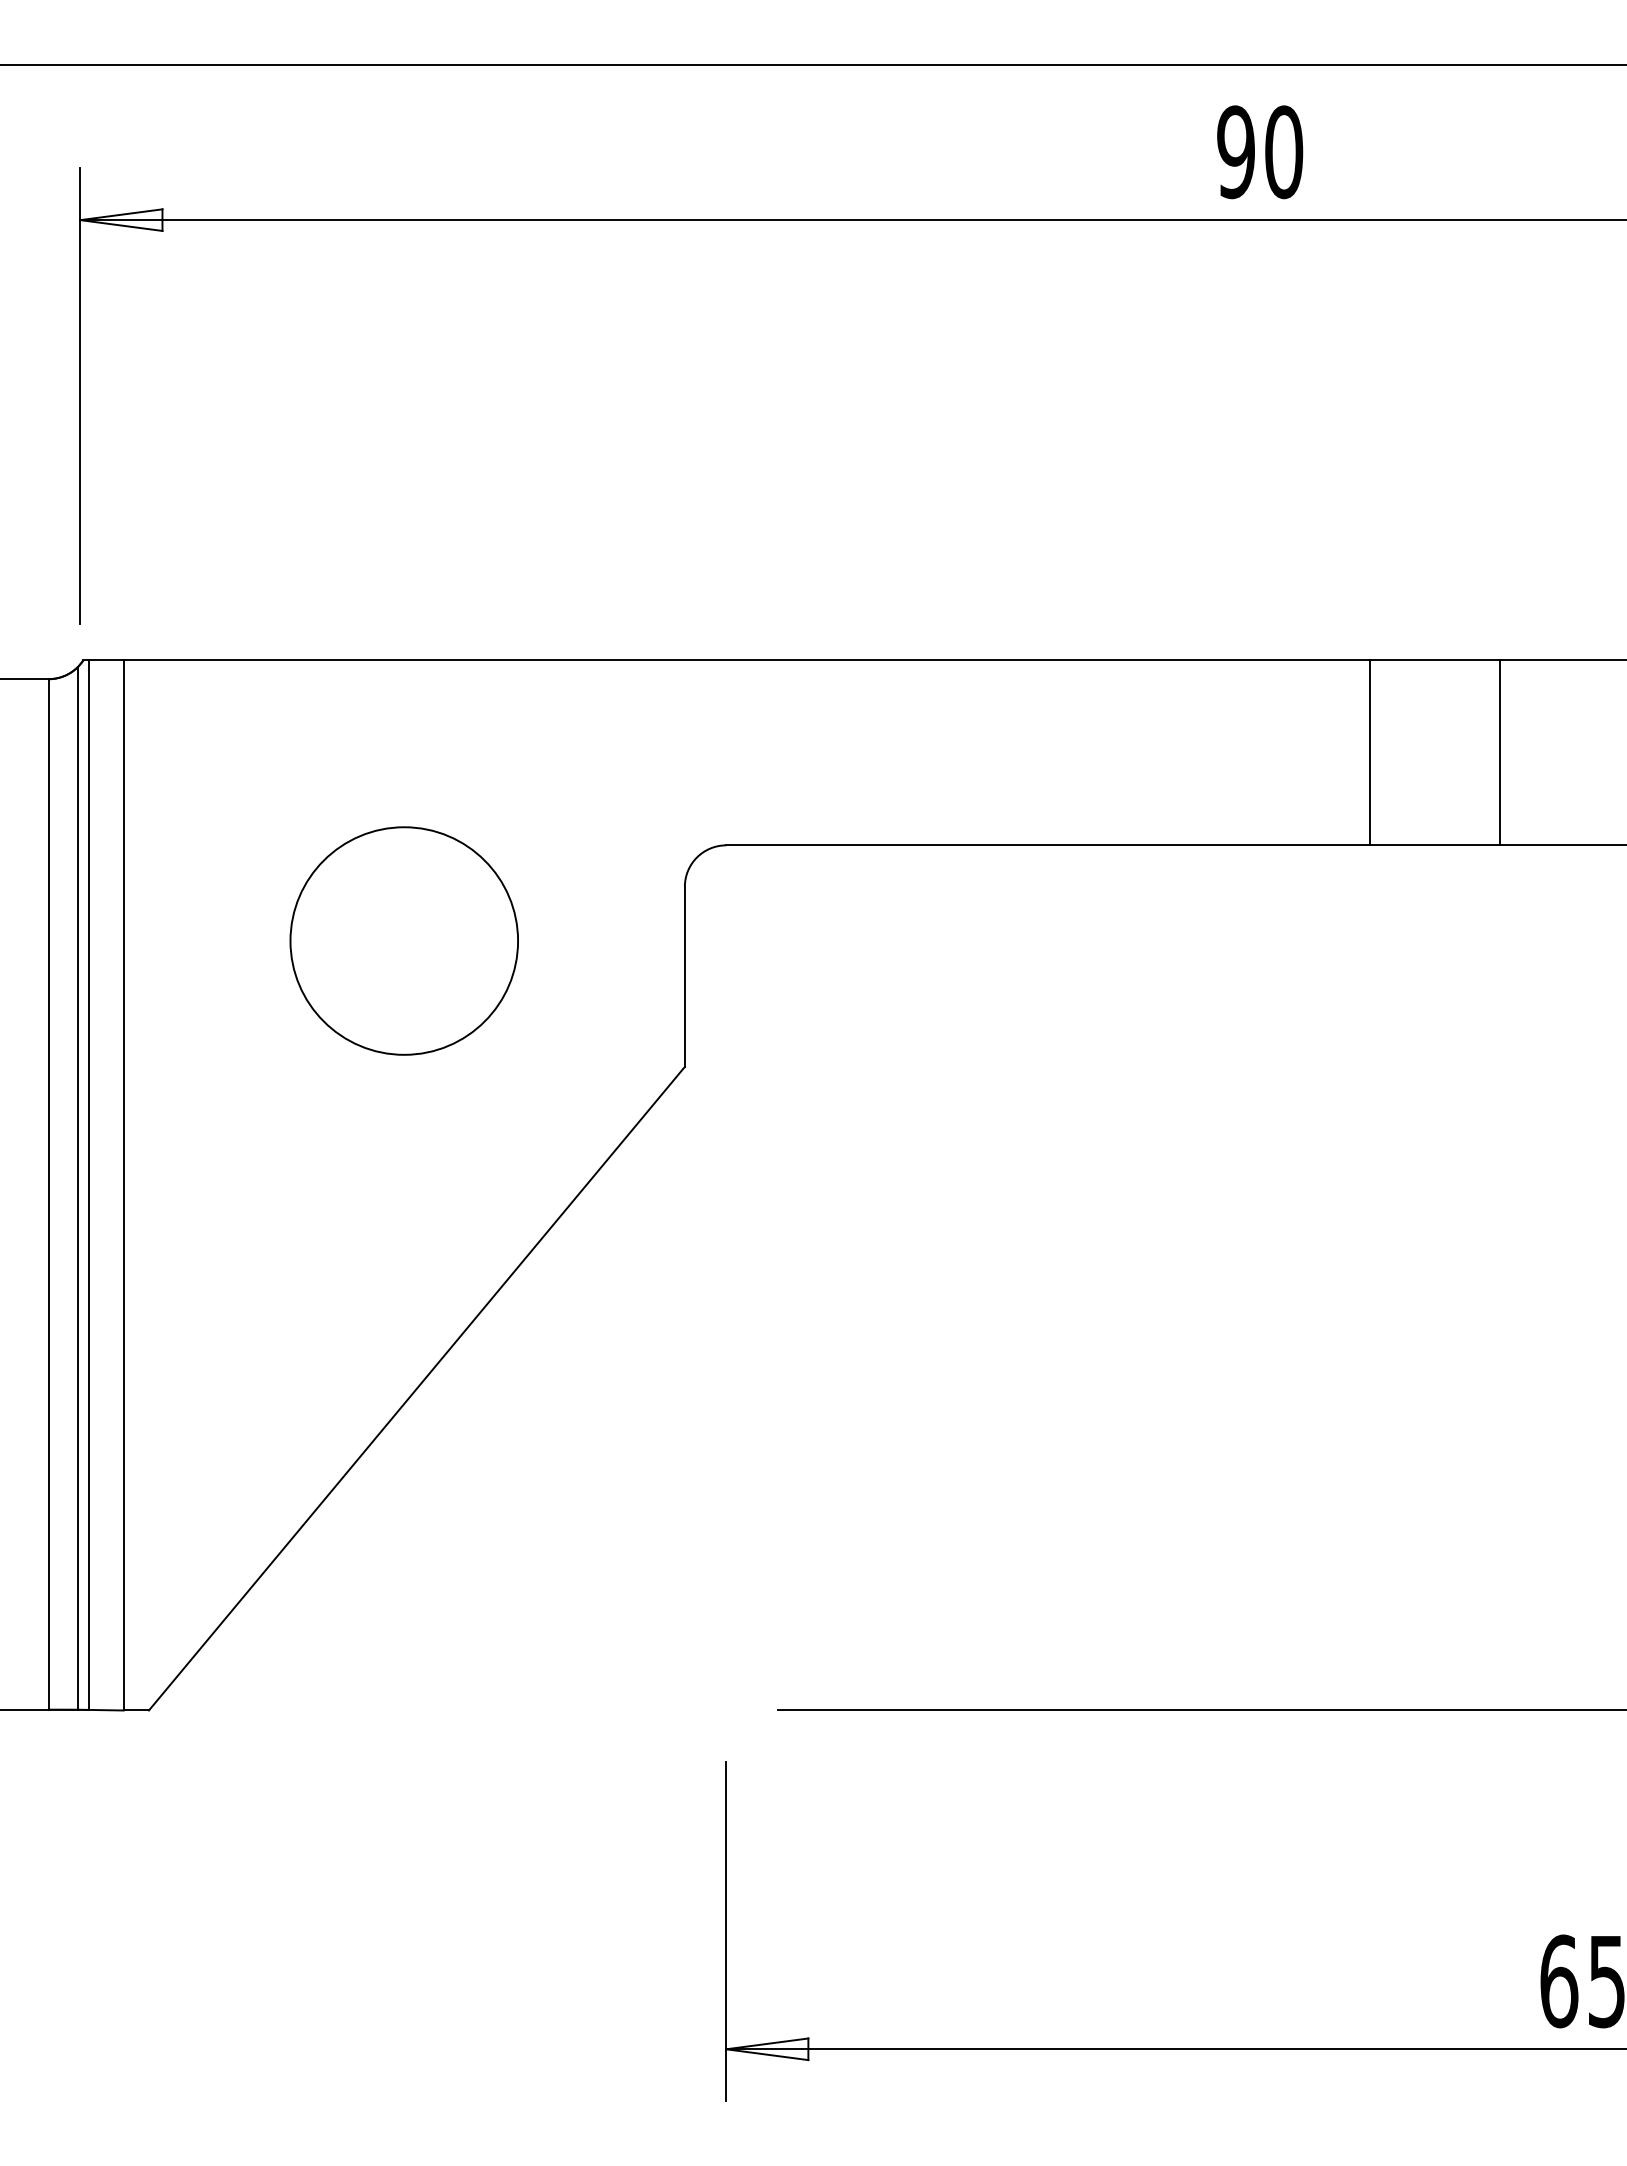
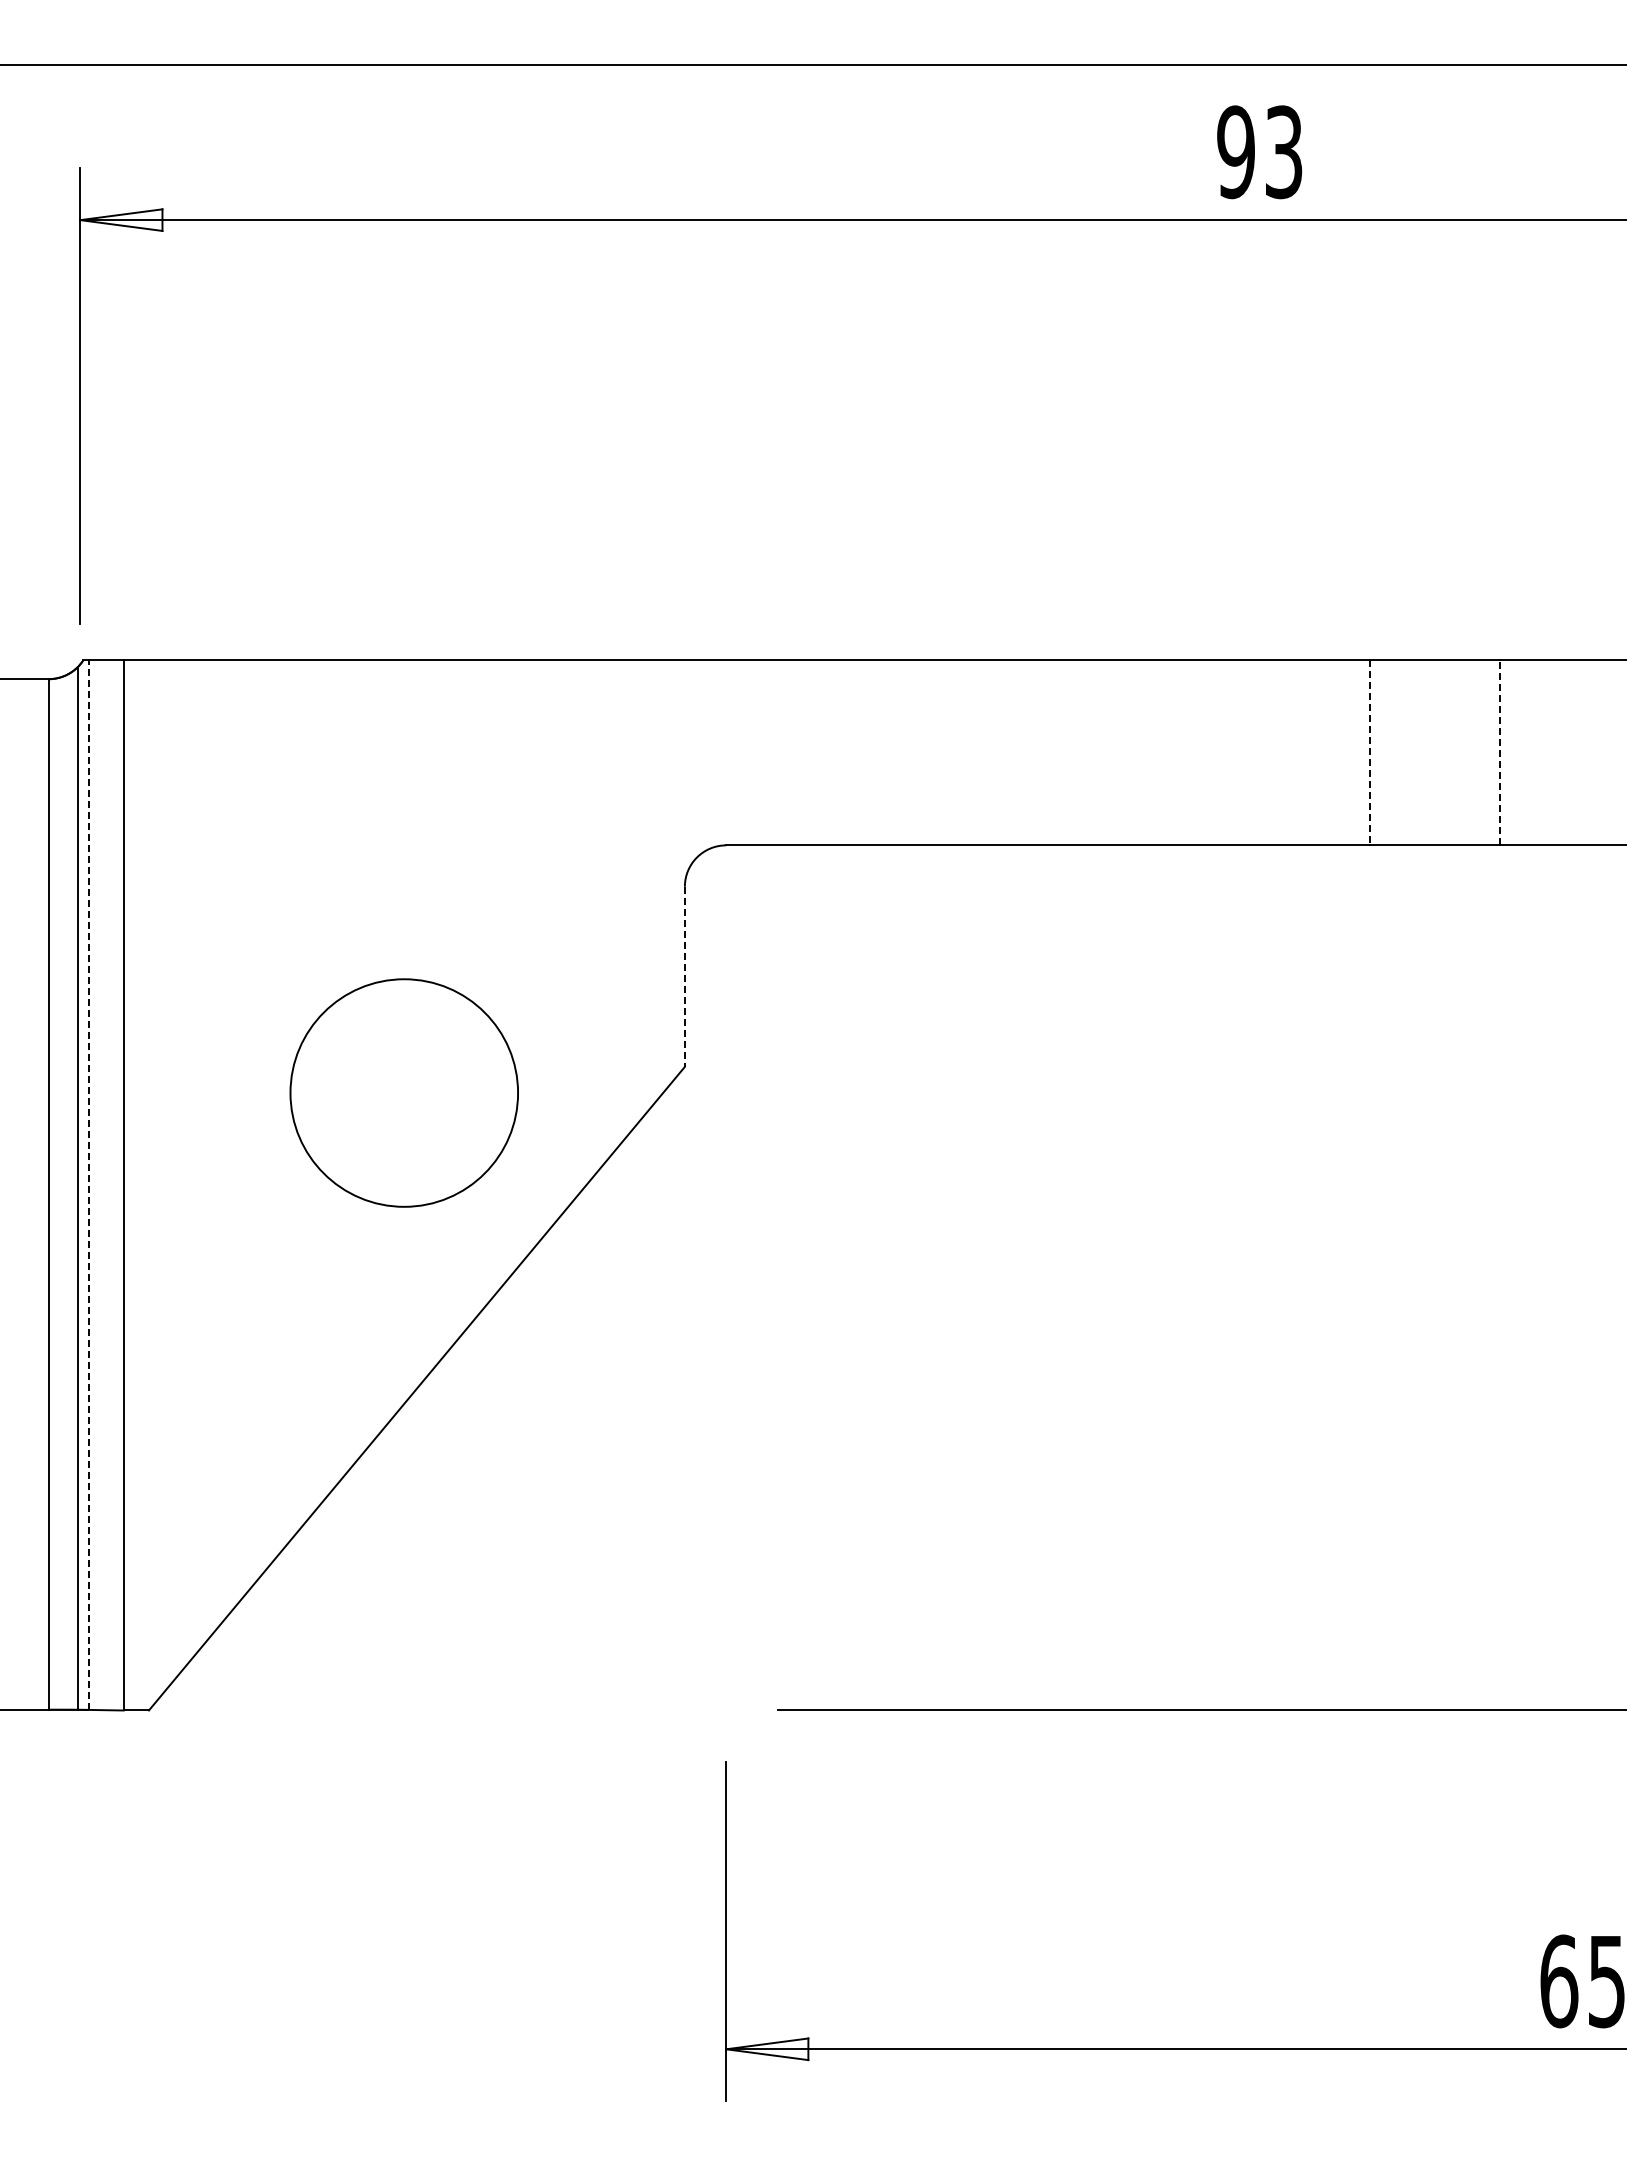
text at (1284, 152): 90 -> 93
line at (1499, 752): solid -> dashed
line at (1370, 753): solid -> dashed
circle at (403, 940) position: (403, 940) -> (403, 1092)
line at (684, 977): solid -> dashed
line at (88, 1185): solid -> dashed
